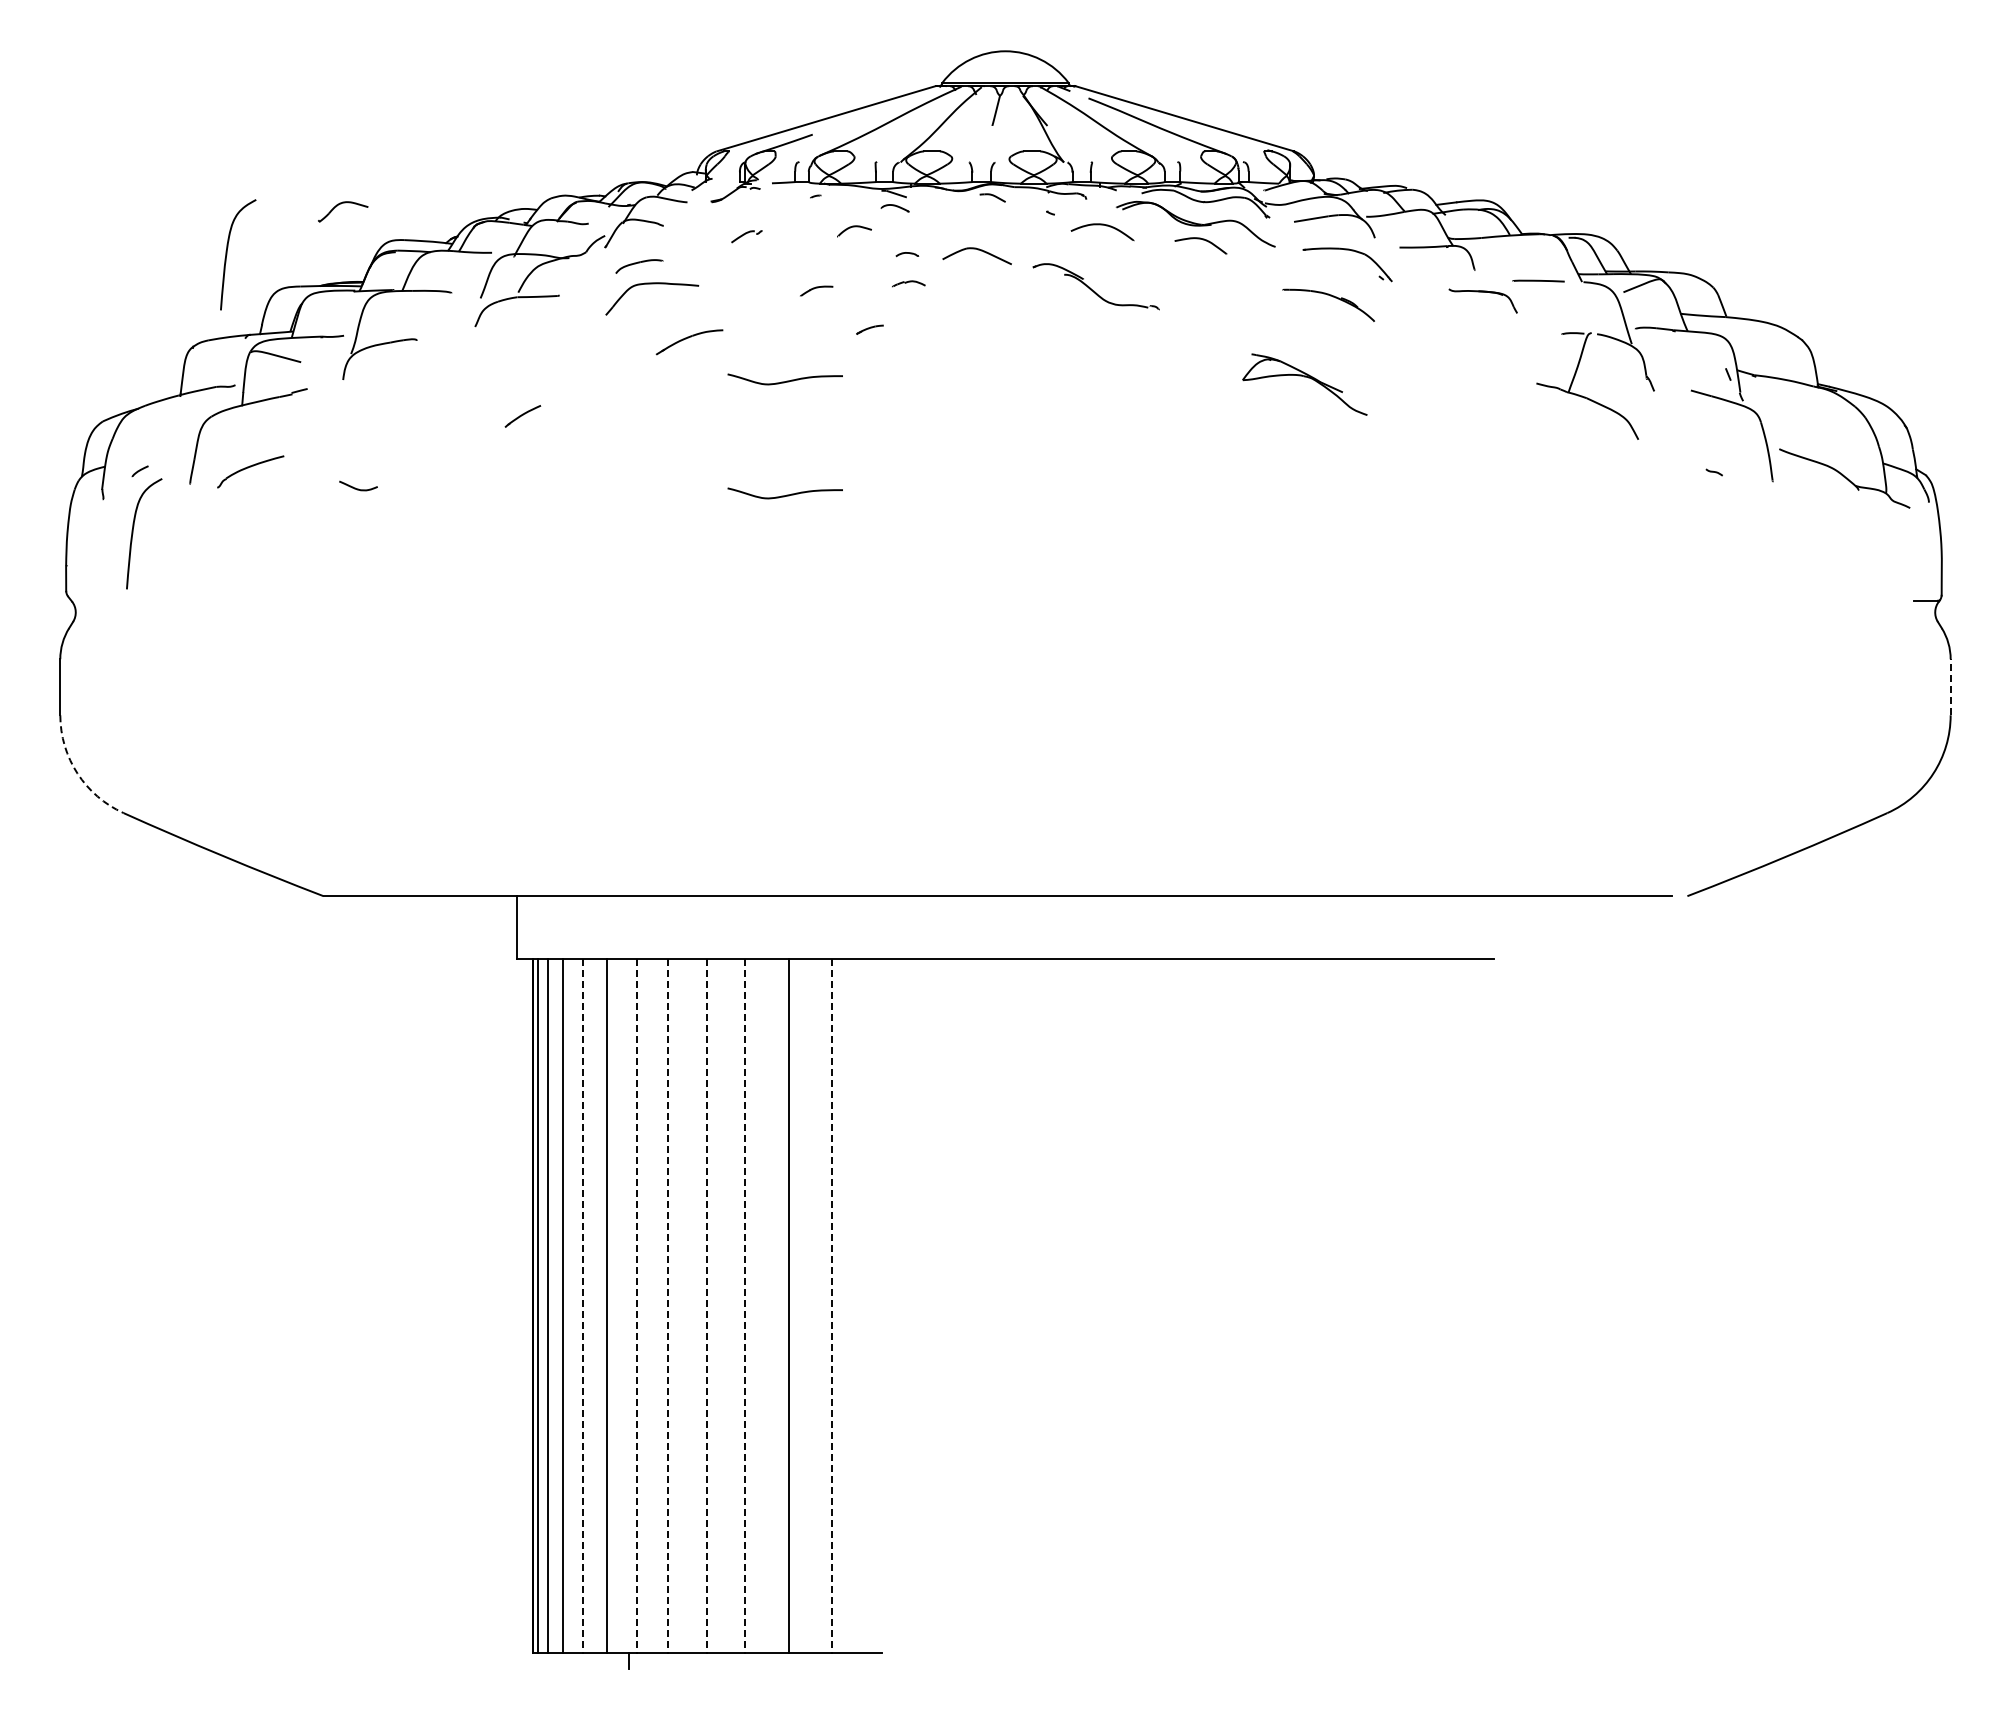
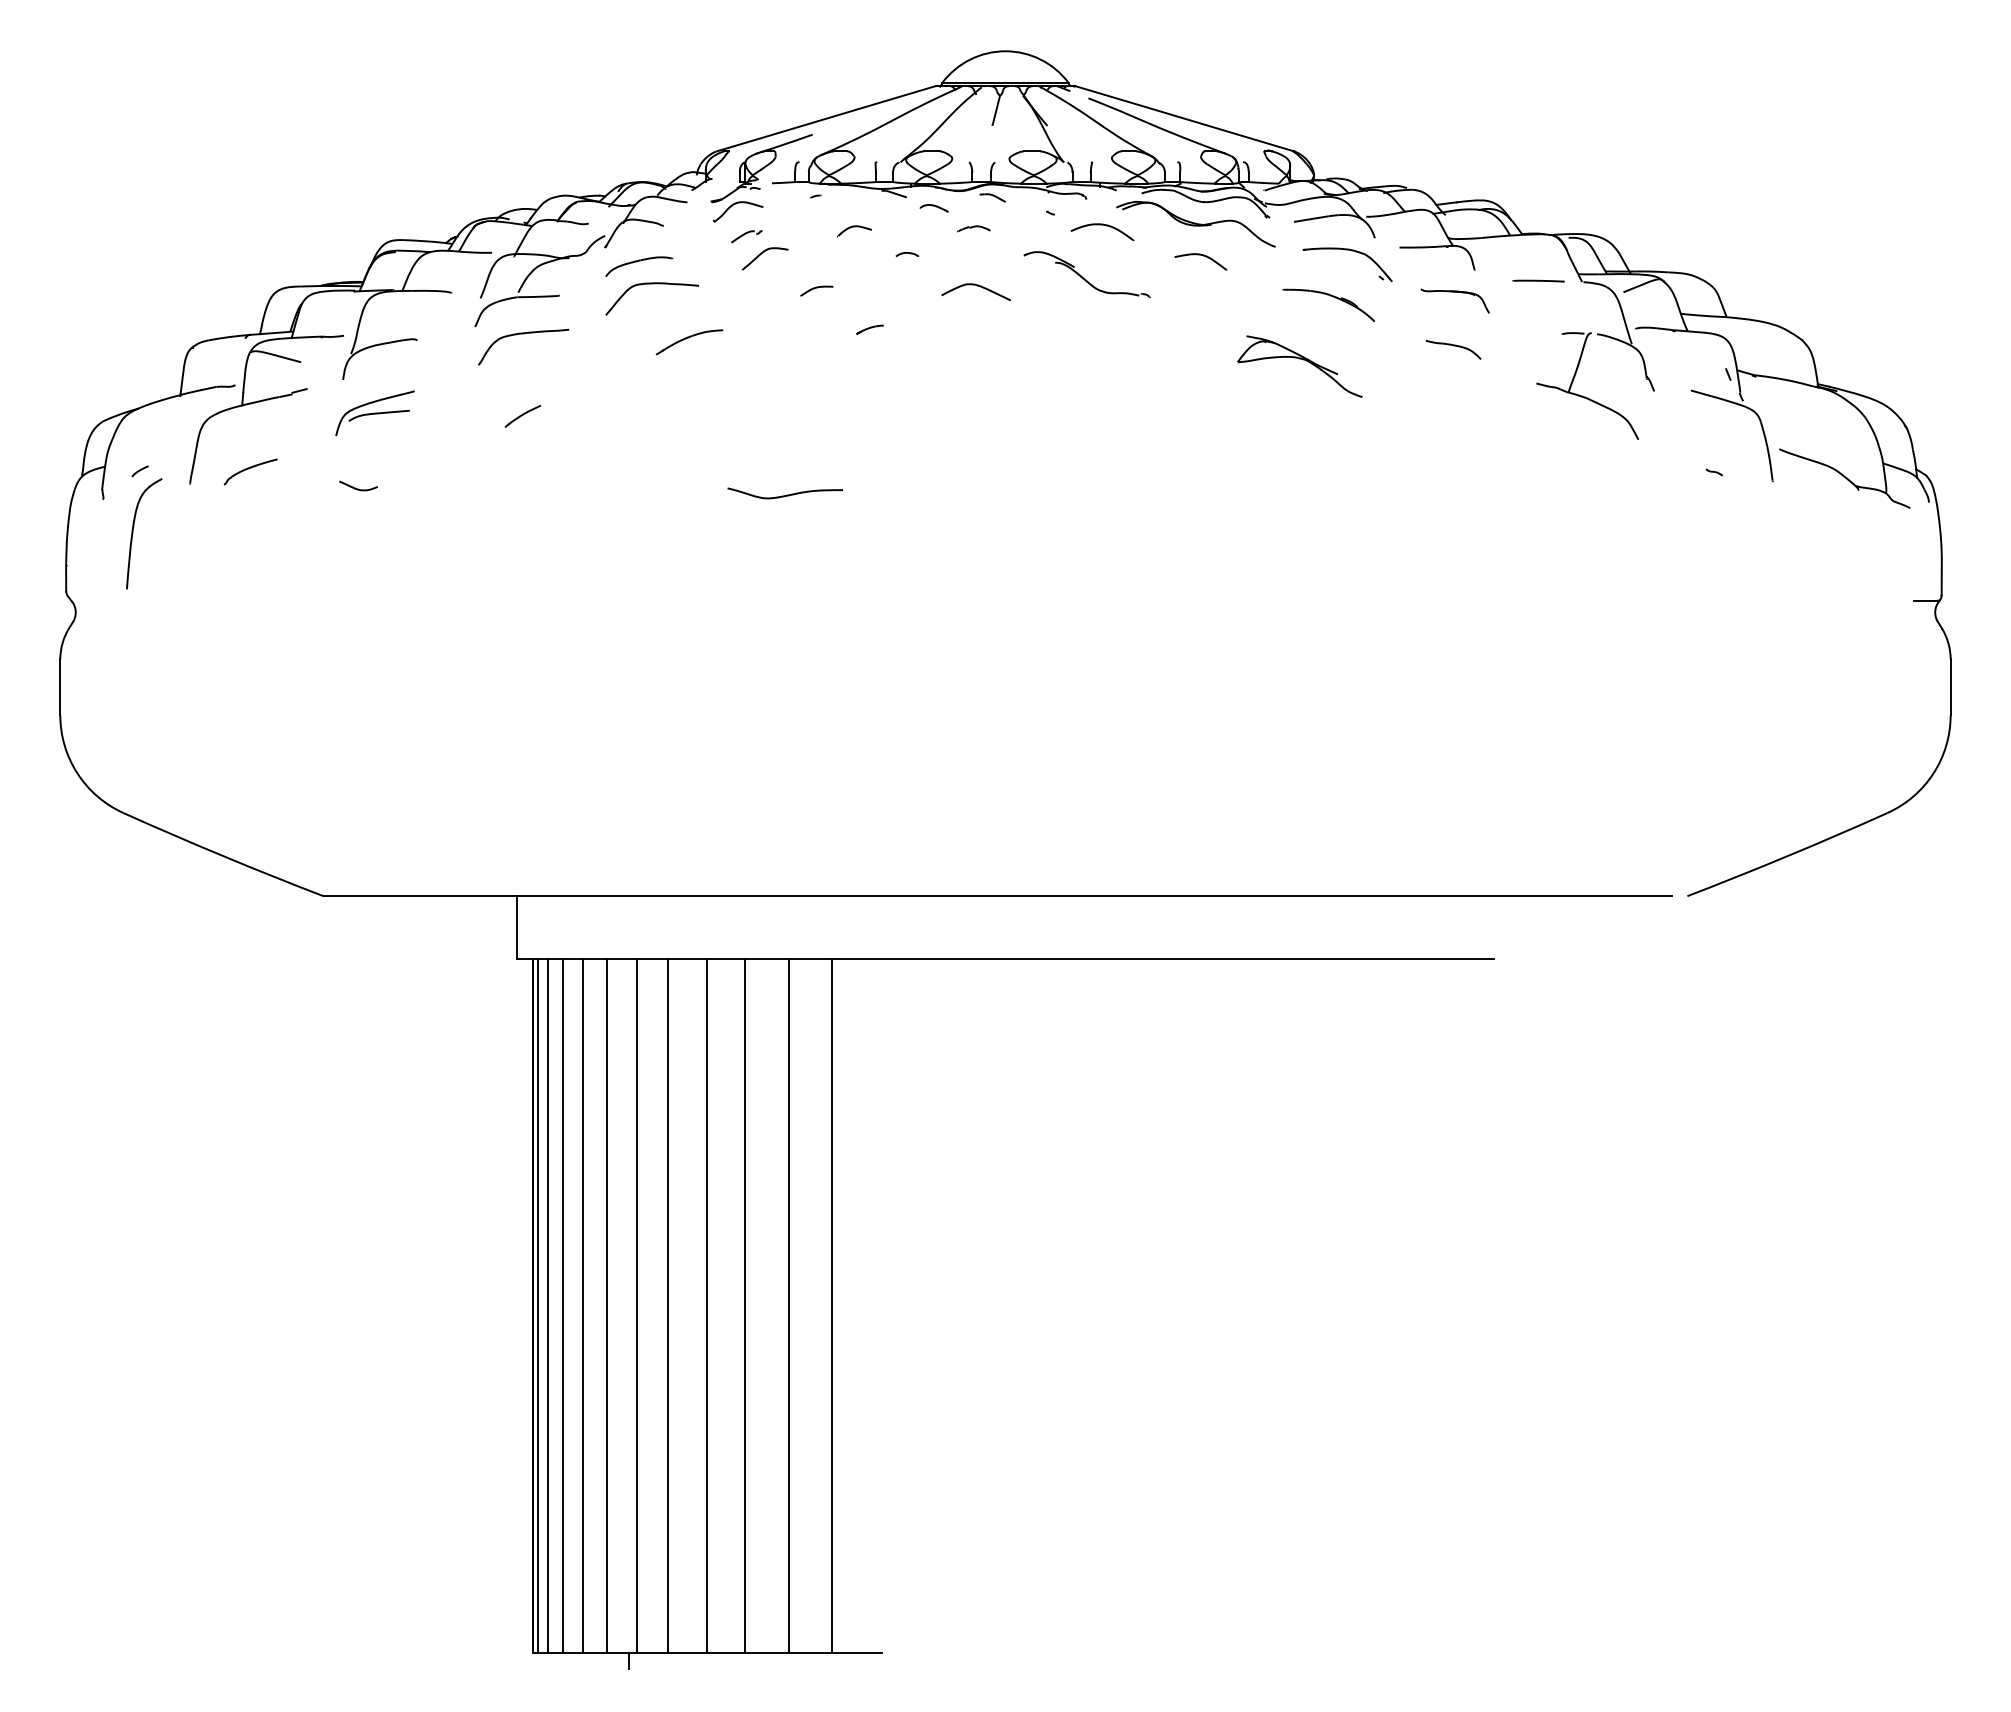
part at (341, 204) position: (341, 204) -> (736, 204)
part at (894, 208) position: (894, 208) -> (933, 208)
curve at (1202, 240) position: (1202, 240) -> (1202, 256)
part at (978, 250) position: (978, 250) -> (977, 286)
curve at (227, 254): present -> none
curve at (761, 254): none -> present
part at (639, 266) size: 49x15 px -> 69x21 px
part at (908, 283) position: (908, 283) -> (973, 228)
part at (1095, 286) position: (1095, 286) -> (1086, 274)
part at (1482, 292) position: (1482, 292) -> (1454, 292)
part at (523, 334): none -> present
part at (1453, 349): none -> present
part at (1304, 377) position: (1304, 377) -> (1299, 359)
curve at (784, 381): present -> none
part at (374, 413): none -> present
part at (250, 471) size: 68x34 px -> 54x28 px
line at (1950, 686): dashed -> solid
arc at (77, 773): dashed -> solid
line at (583, 1306): dashed -> solid
line at (636, 1306): dashed -> solid
line at (668, 1306): dashed -> solid
line at (706, 1306): dashed -> solid
line at (744, 1306): dashed -> solid
line at (832, 1306): dashed -> solid
